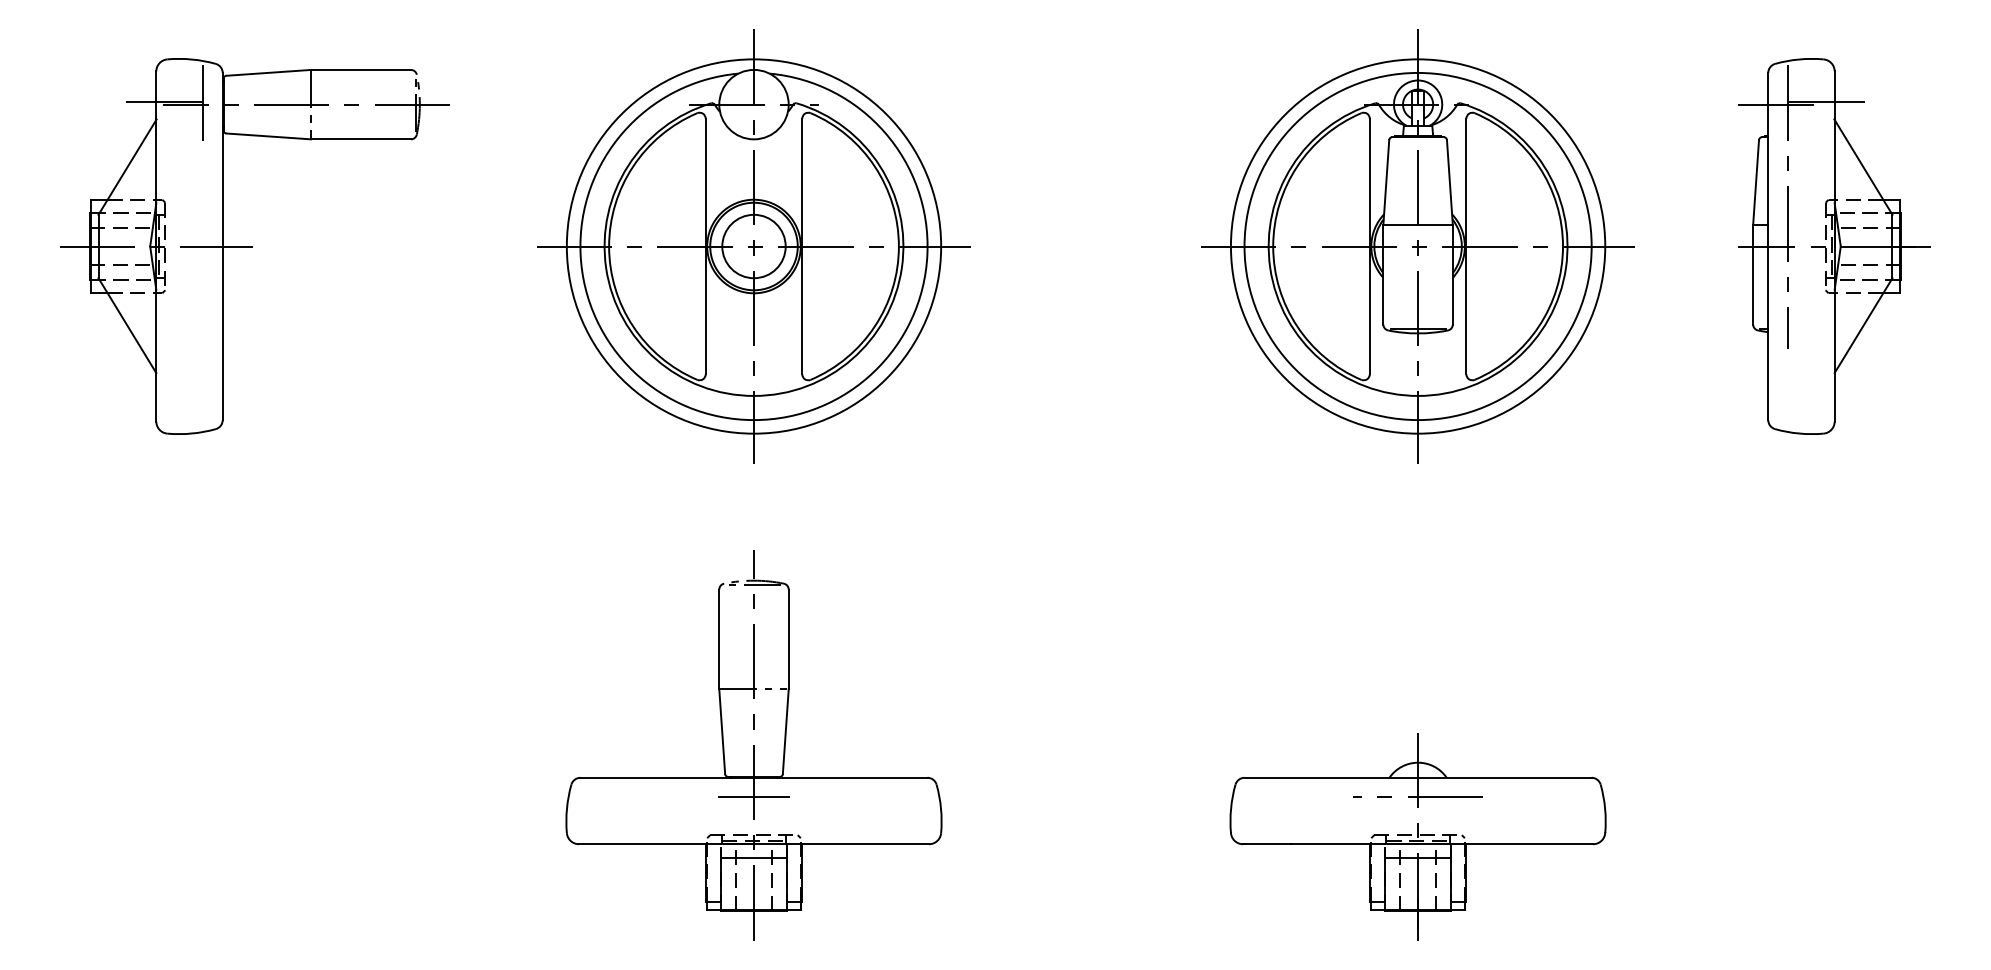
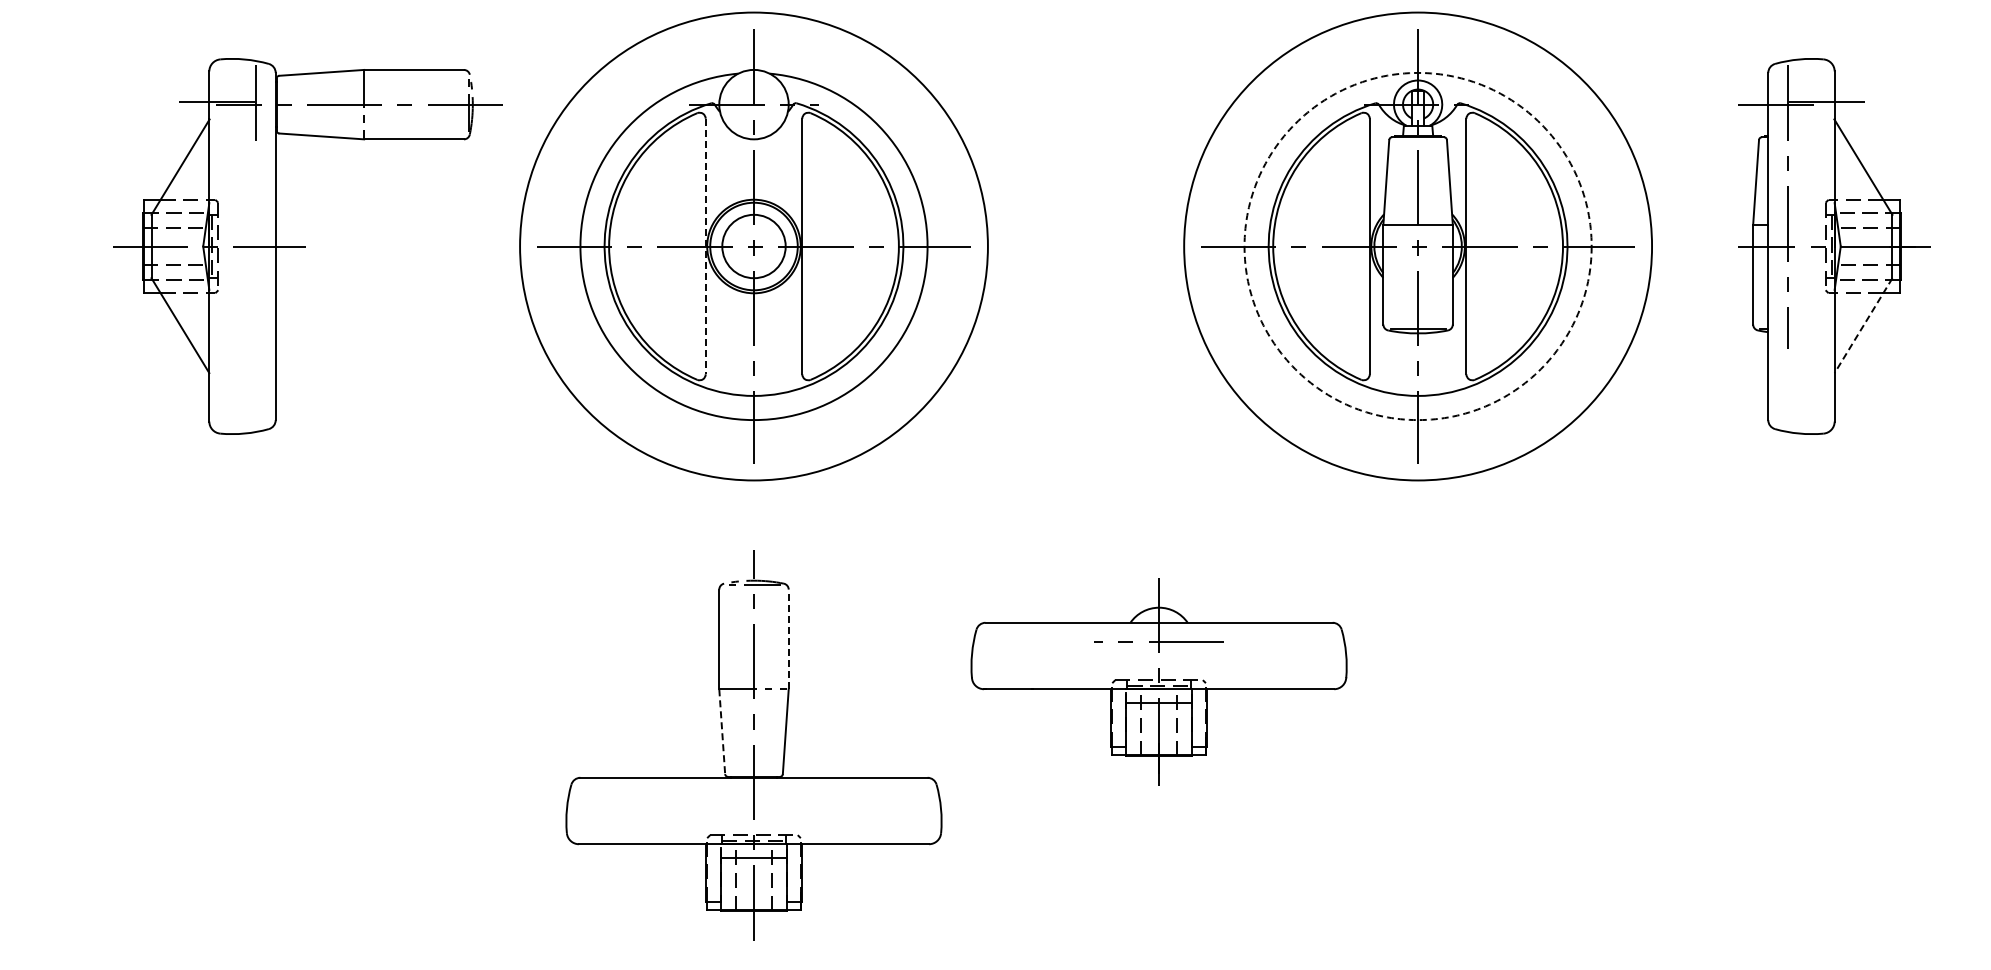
part at (254, 246) position: (254, 246) -> (307, 246)
line at (705, 246): solid -> dashed
circle at (753, 246) diameter: 374 px -> 468 px
circle at (1417, 246) diameter: 374 px -> 468 px
circle at (1417, 246): solid -> dashed
line at (1863, 325): solid -> dashed
line at (788, 639): solid -> dashed
line at (722, 732): solid -> dashed
line at (753, 797): present -> none
part at (1417, 836) position: (1417, 836) -> (1158, 681)
